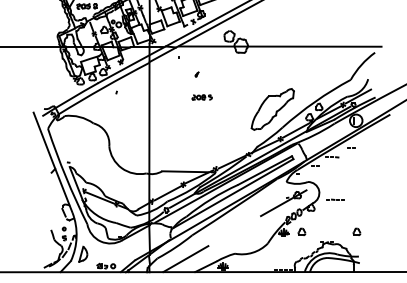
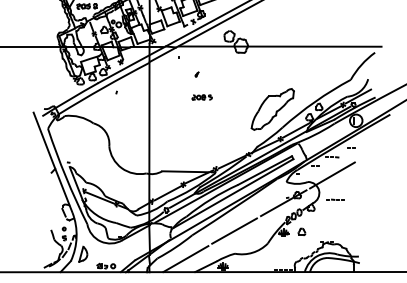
line at (332, 175): none -> present
line at (234, 230): none -> present
part at (356, 231): present -> none
